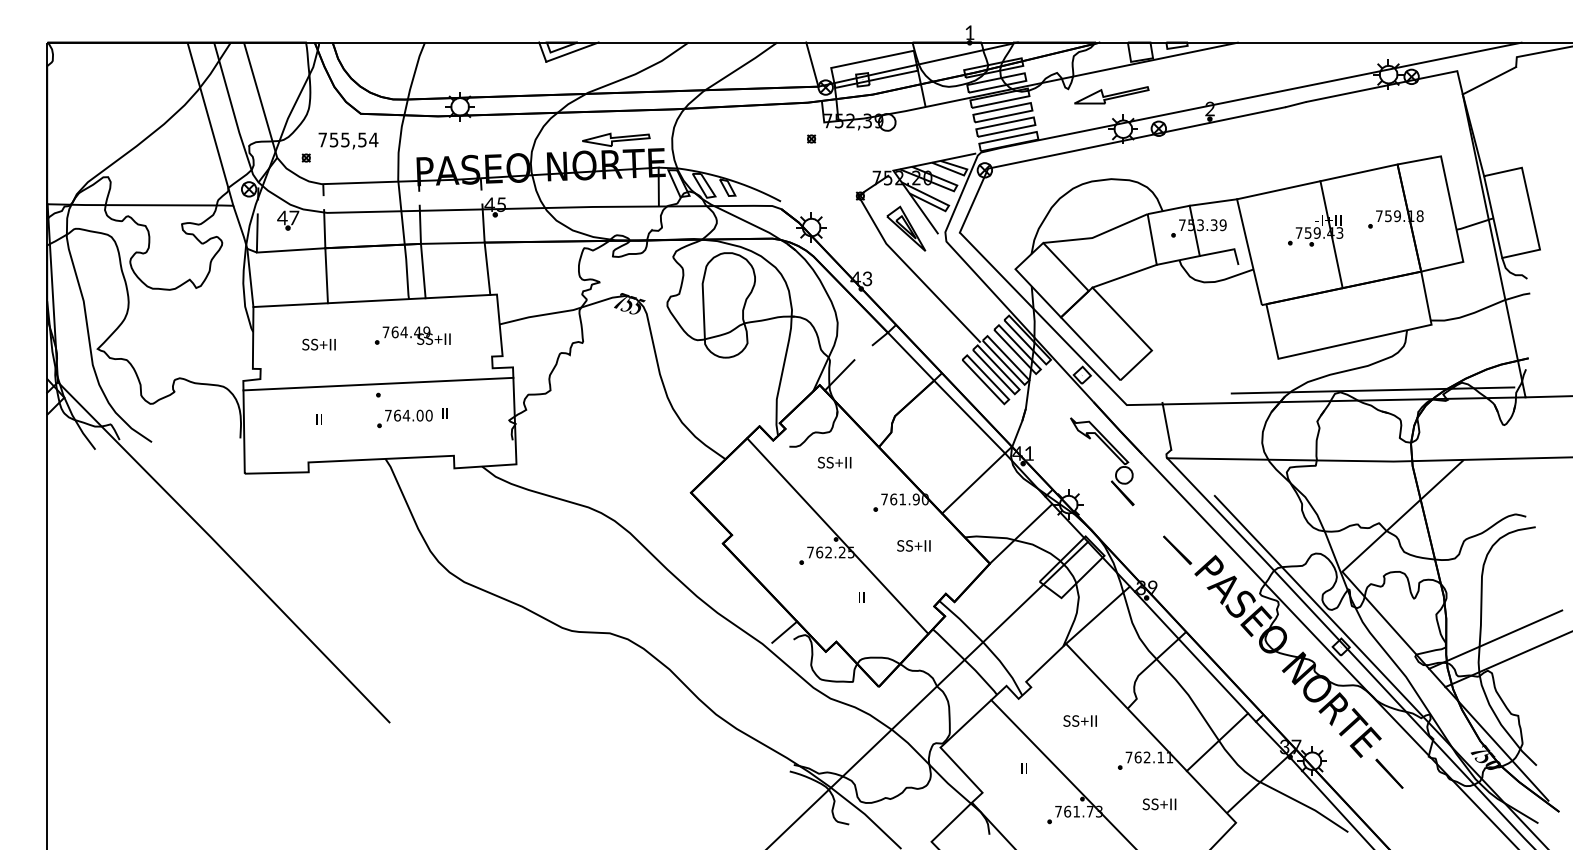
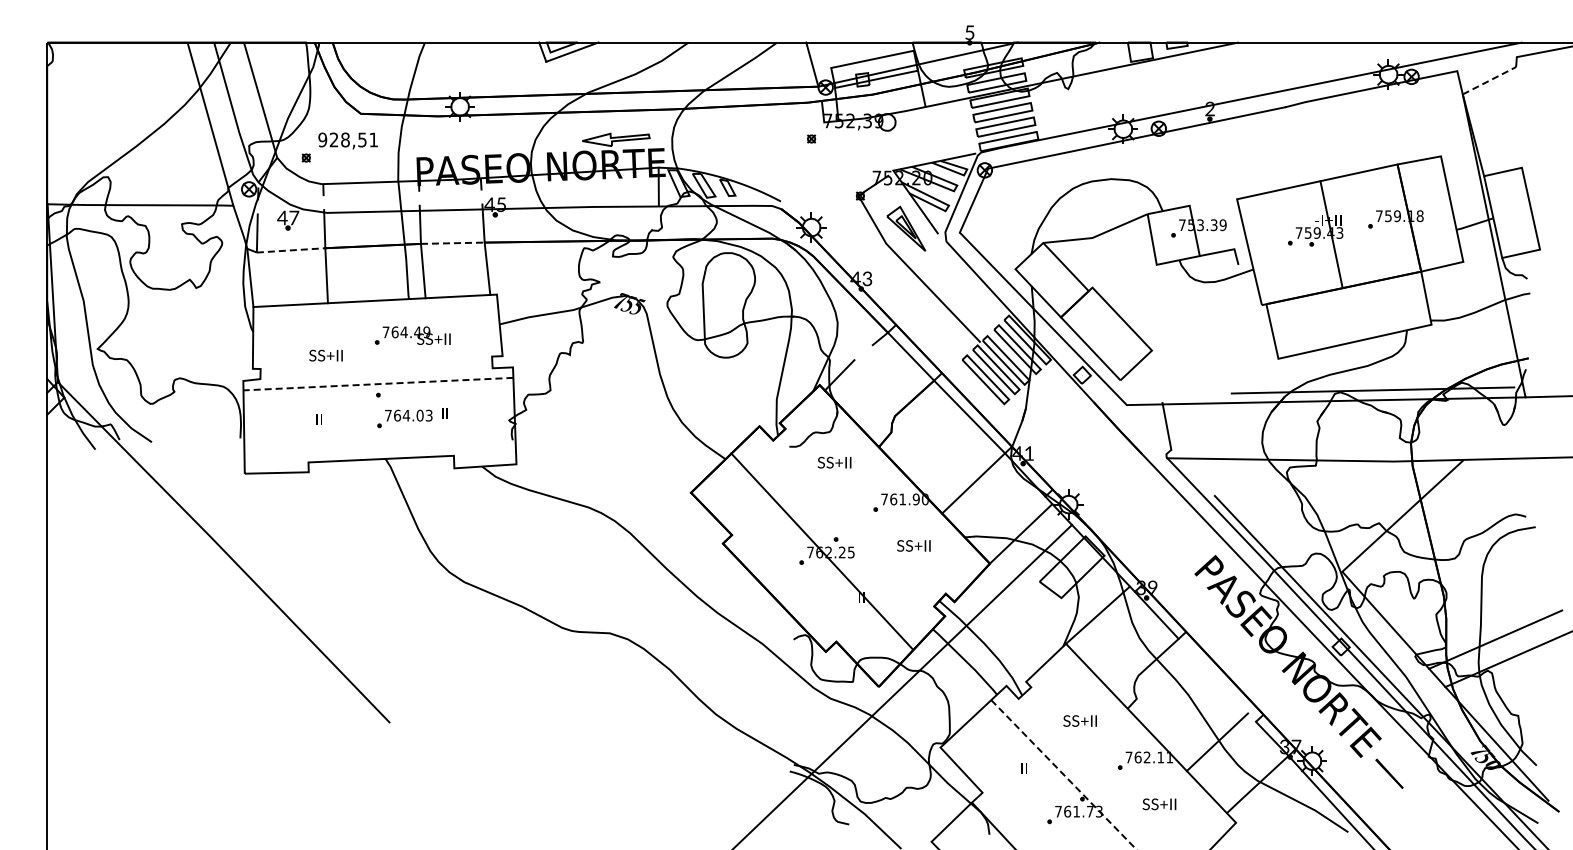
text at (969, 32): 1 -> 5
line at (1489, 80): solid -> dashed
part at (1111, 95): present -> none
text at (348, 139): 755,54 -> 928,51
line at (1213, 202): present -> none
line at (452, 243): solid -> dashed
line at (291, 250): solid -> dashed
line at (1124, 275): present -> none
text at (318, 344) position: (318, 344) -> (325, 355)
line at (377, 384): solid -> dashed
text at (428, 415): 764.00 -> 764.03
part at (1111, 451): present -> none
line at (837, 535) position: (837, 535) -> (821, 550)
line at (1177, 549): present -> none
line at (784, 631): present -> none
line at (1216, 679): present -> none
line at (928, 694) position: (928, 694) -> (903, 685)
line at (1064, 775): solid -> dashed
